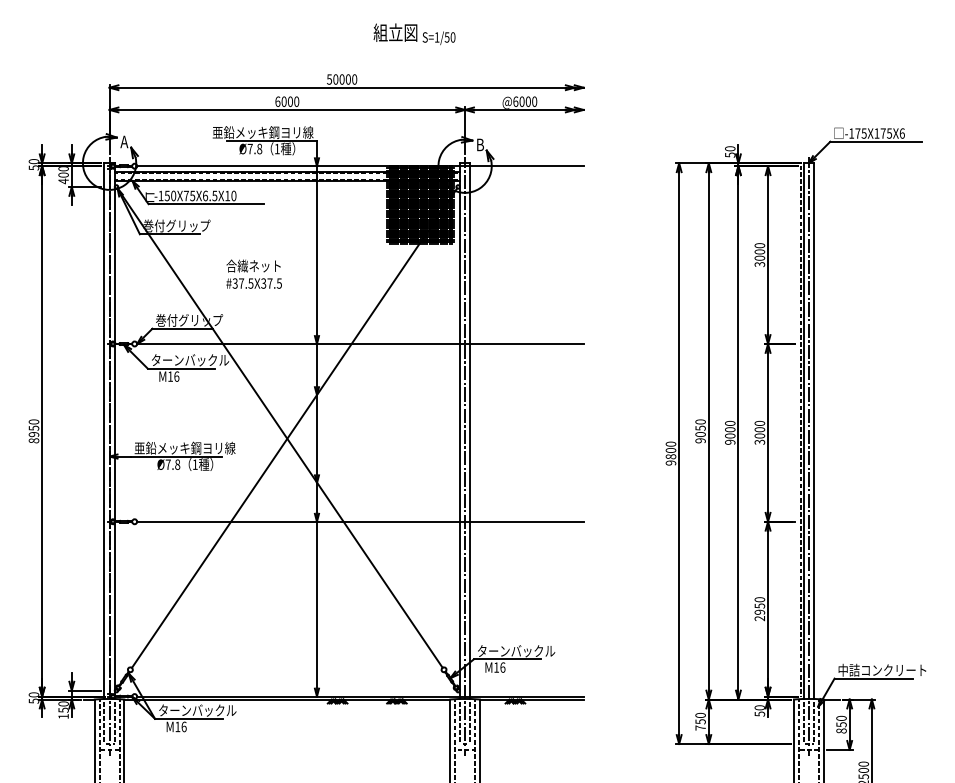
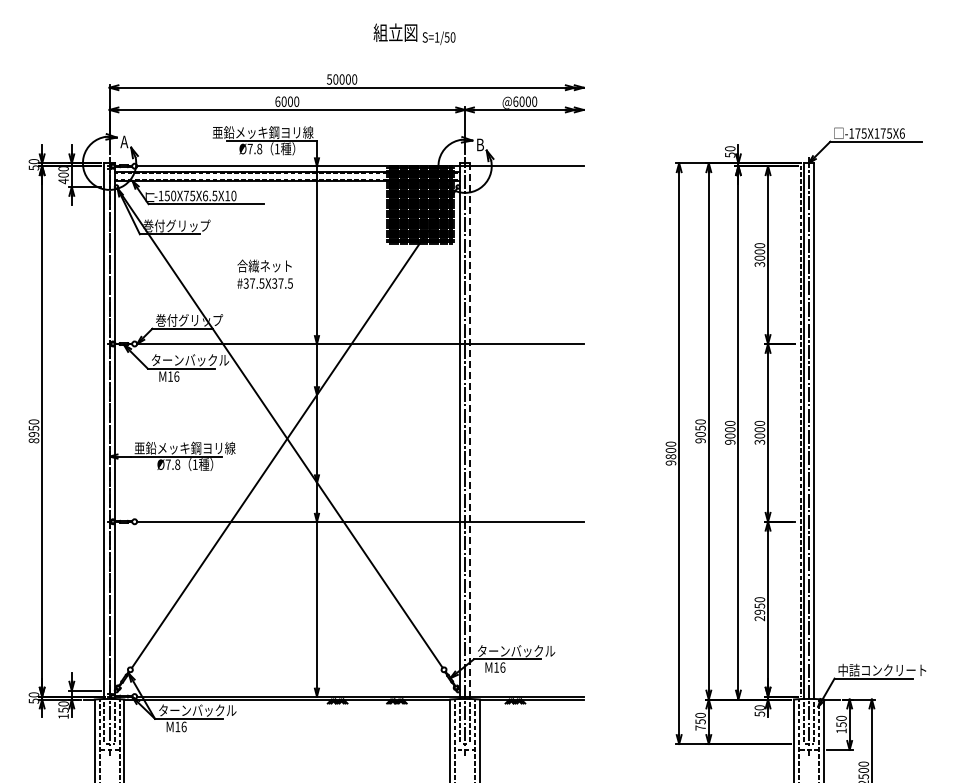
text at (253, 273) position: (253, 273) -> (264, 273)
line at (470, 431): solid -> dashed
text at (841, 730): 850 -> 150
